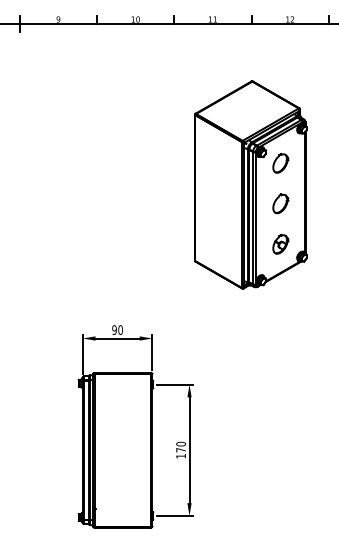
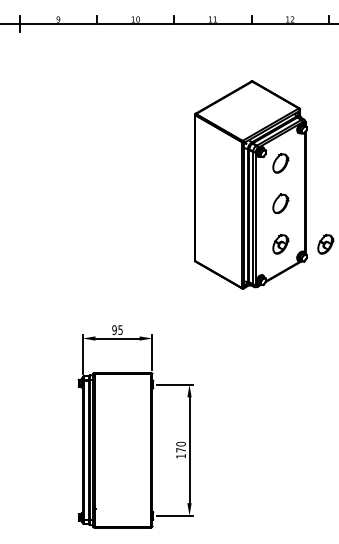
part at (325, 243): none -> present
text at (120, 329): 90 -> 95
